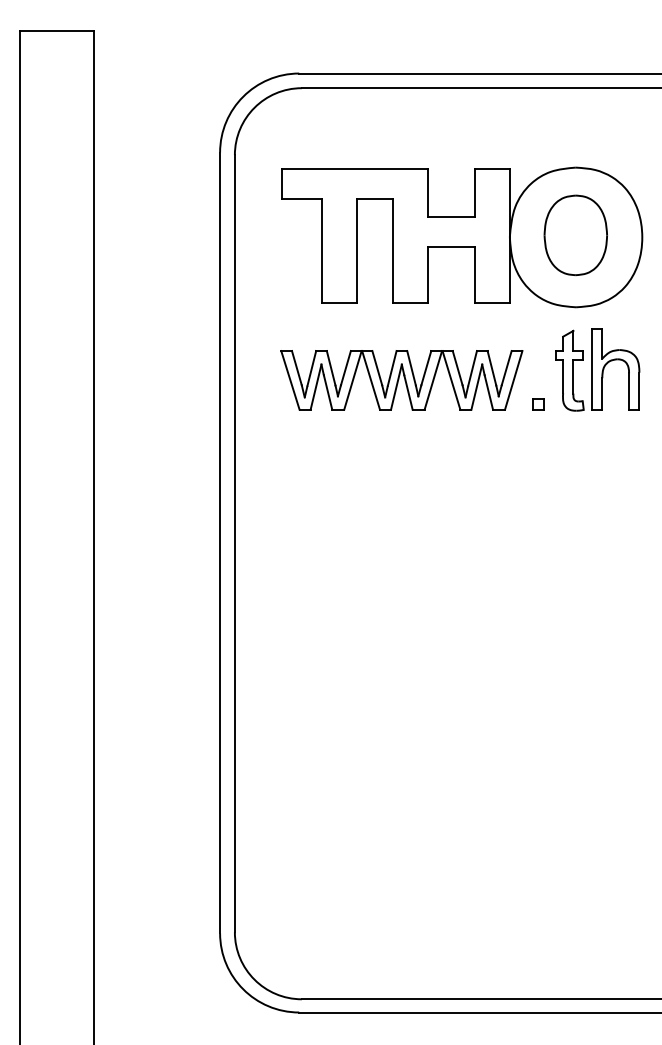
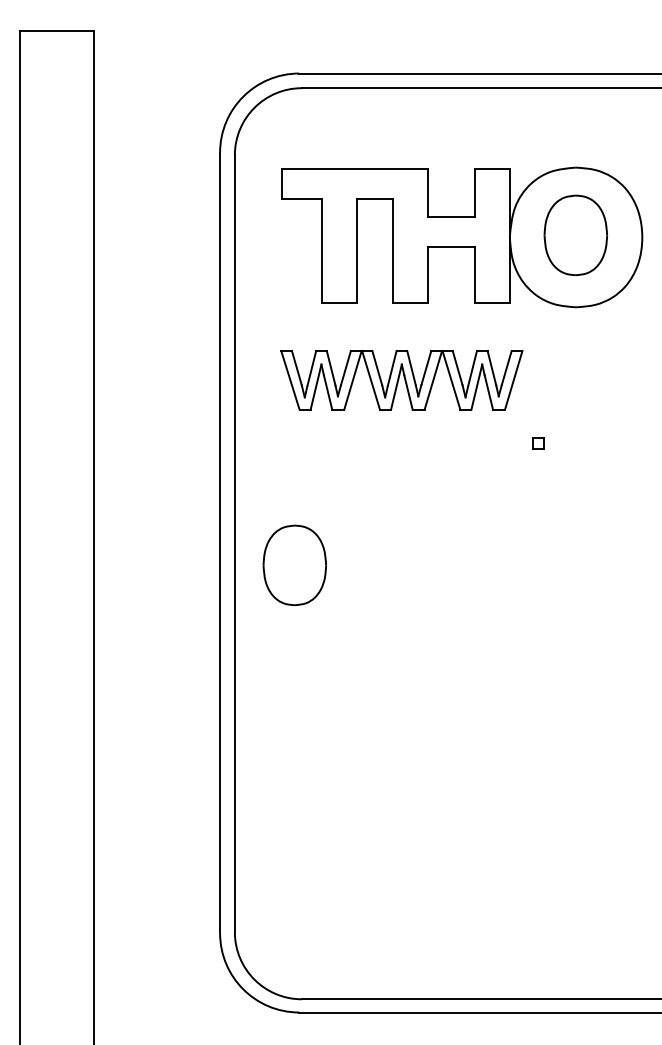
part at (597, 369): present -> none
part at (538, 404) position: (538, 404) -> (538, 443)
part at (294, 565): none -> present
